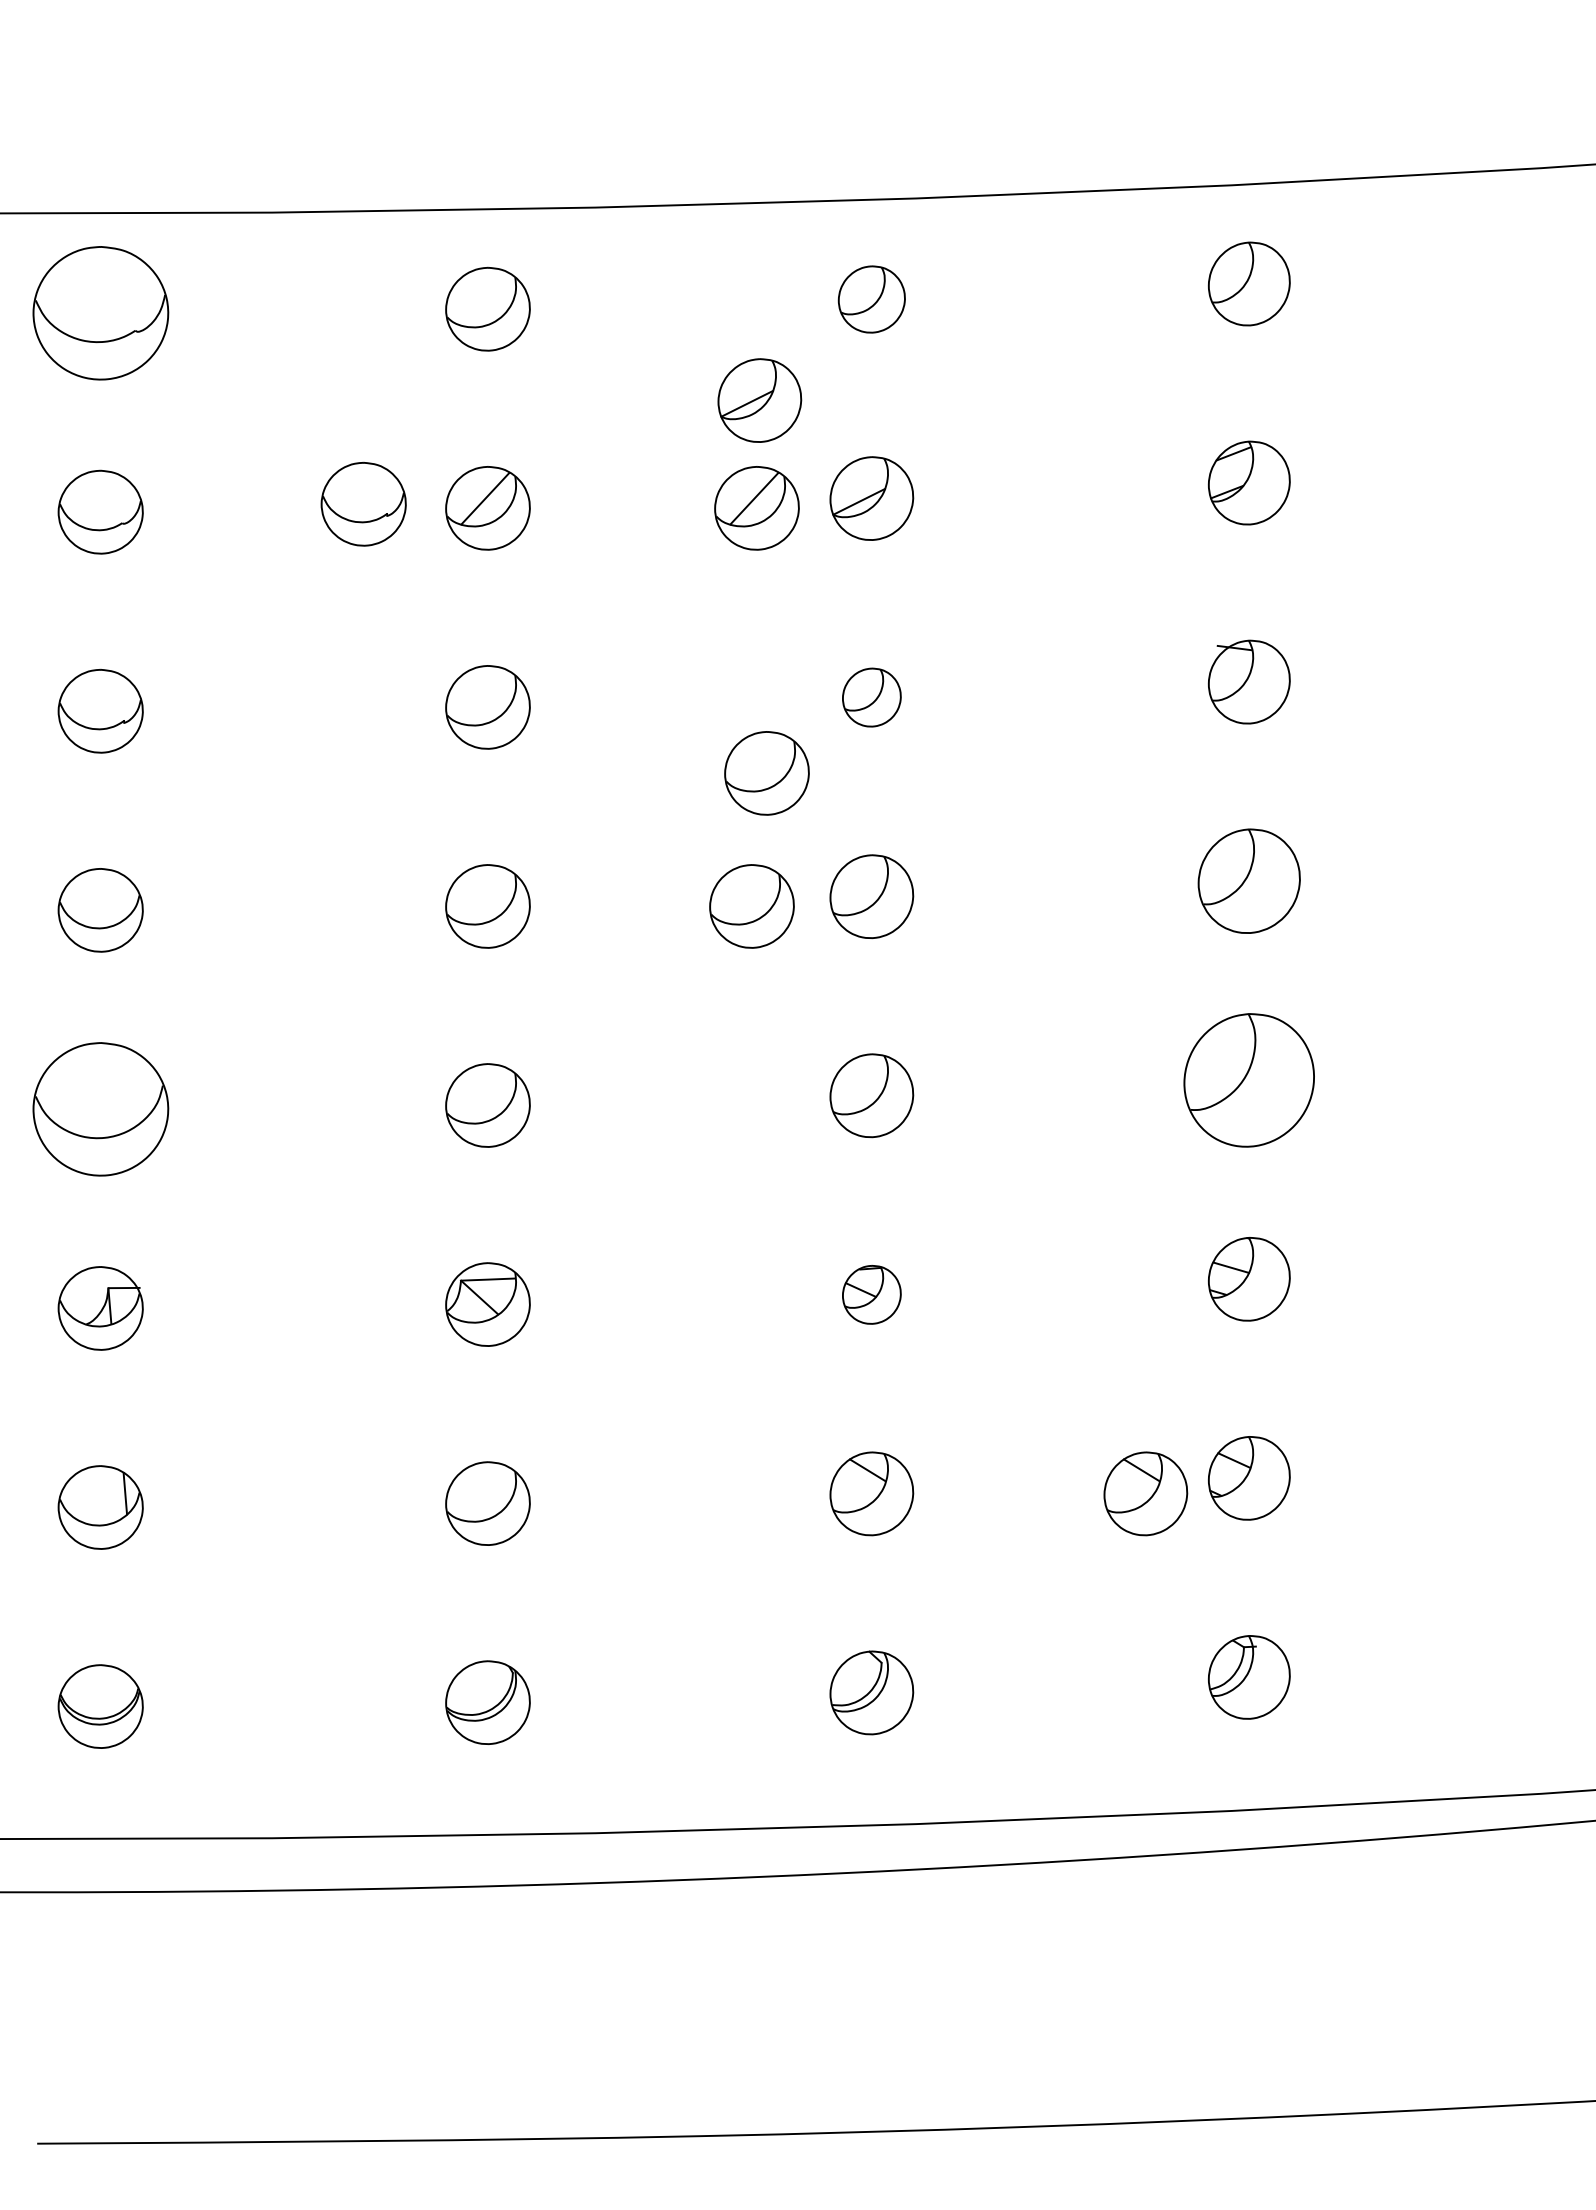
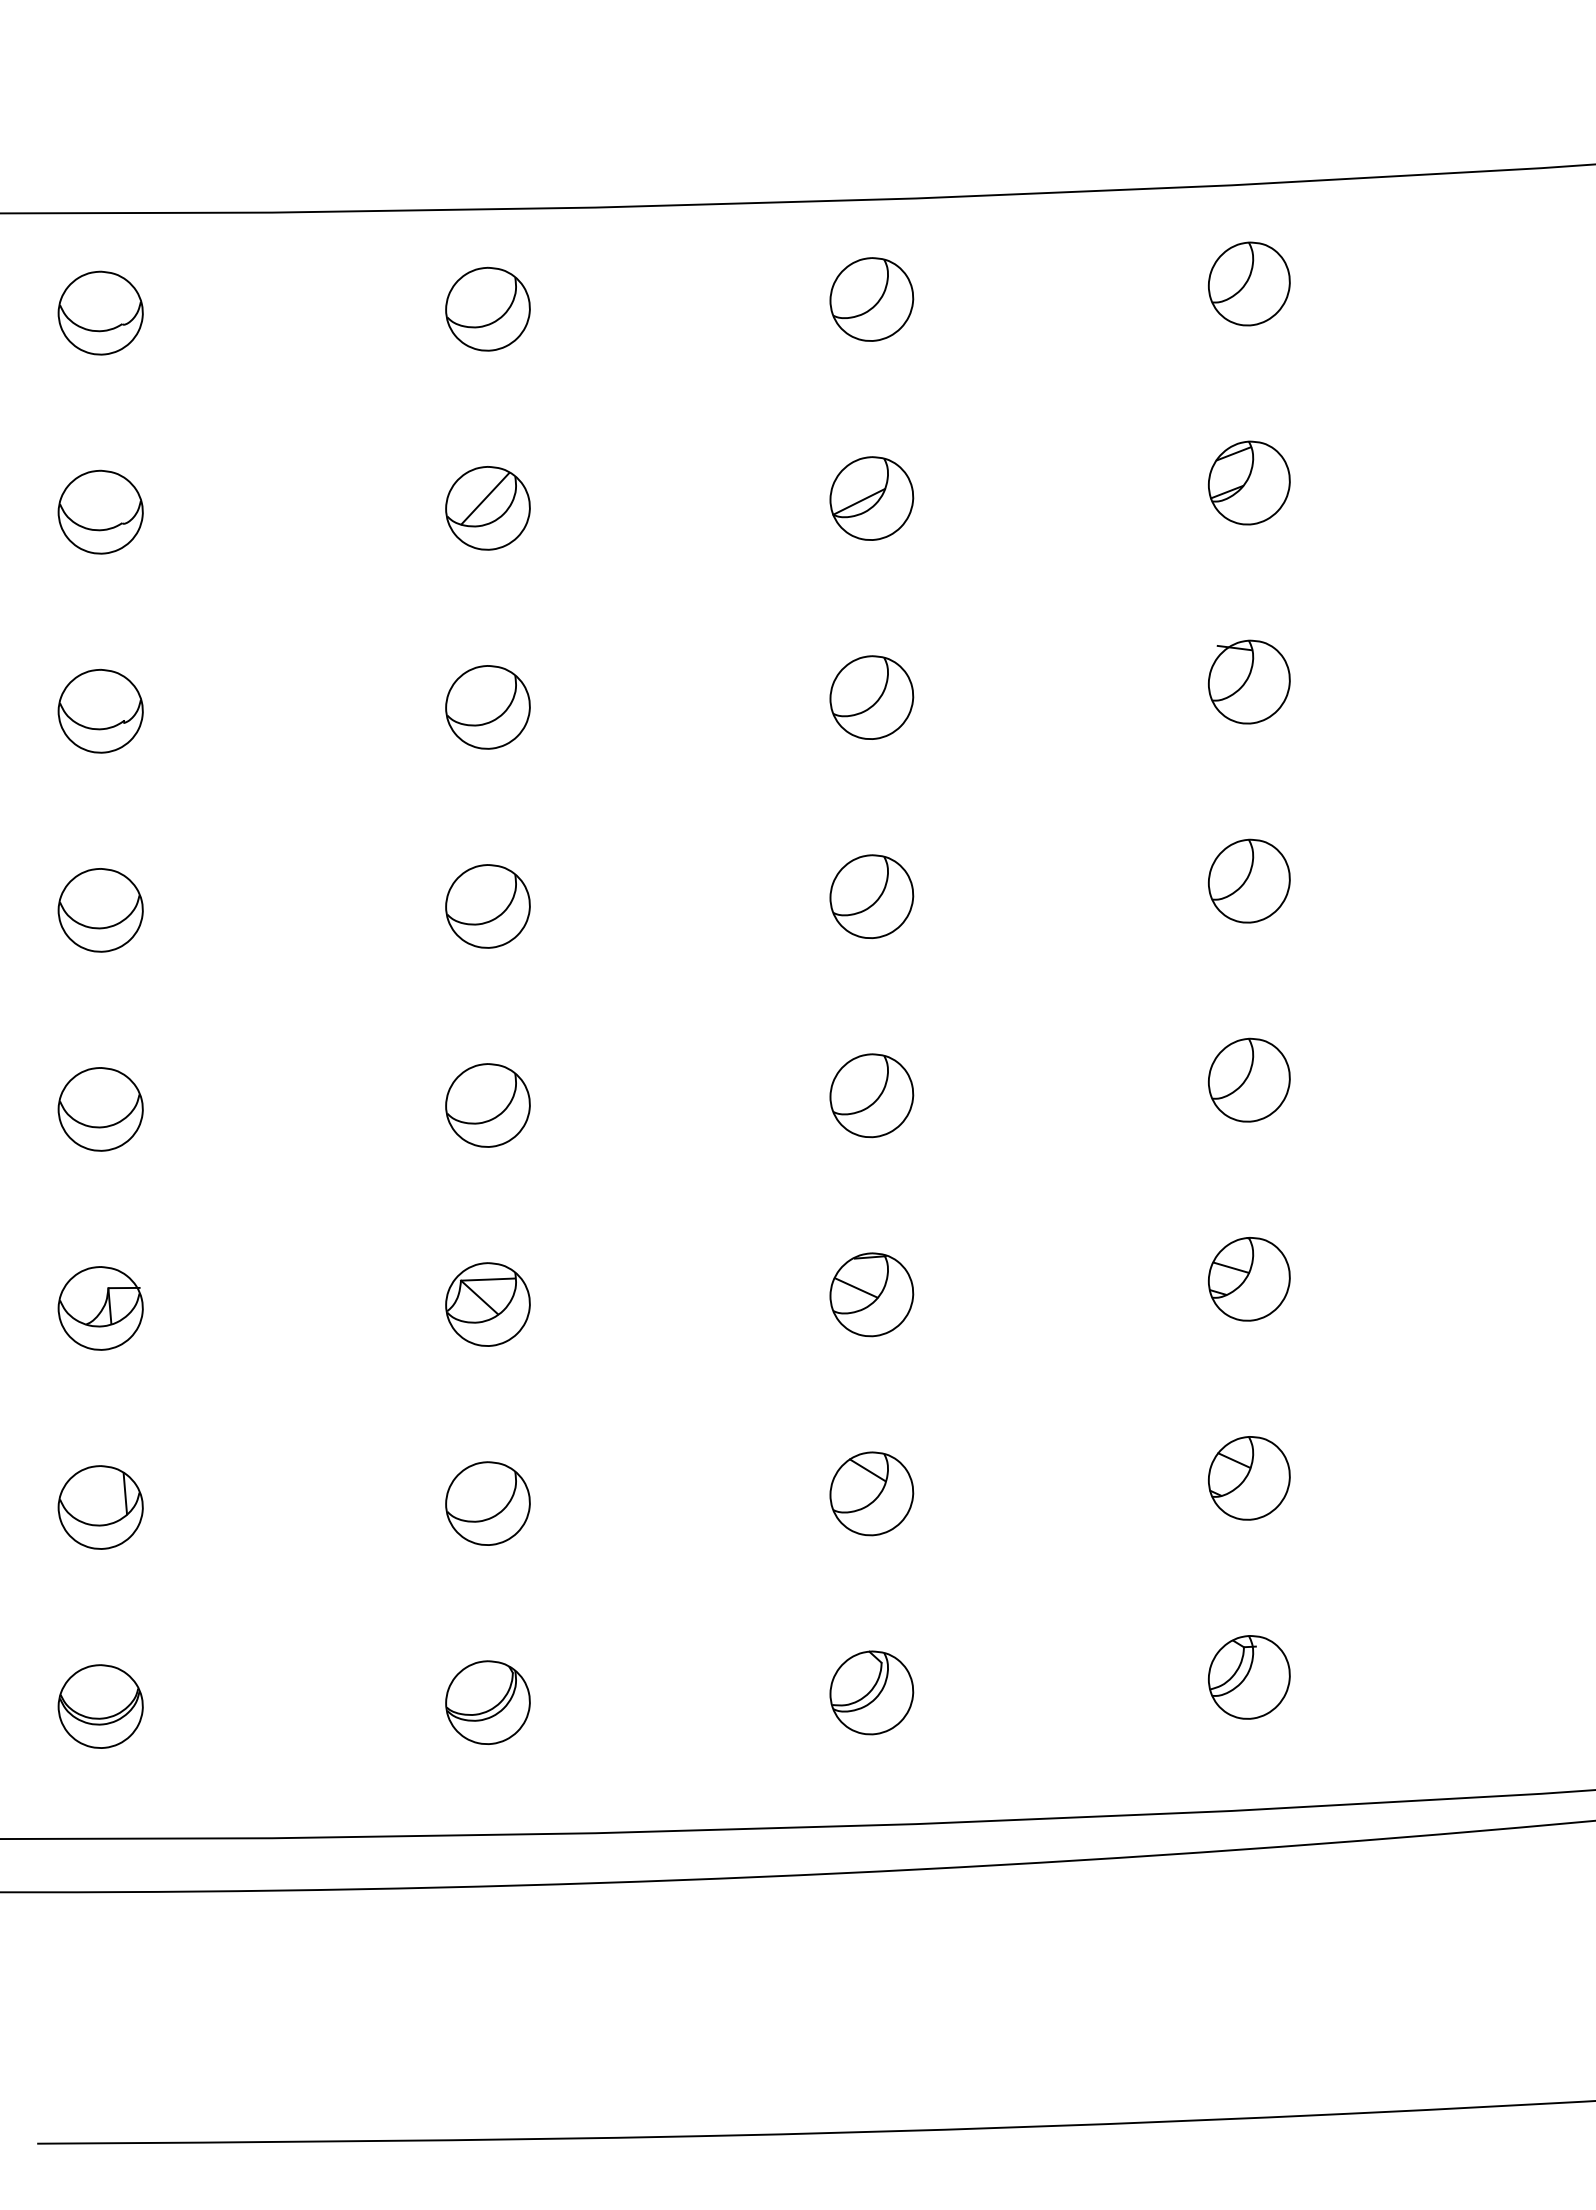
part at (871, 299) size: 69x69 px -> 86x85 px
part at (100, 313) size: 138x135 px -> 87x86 px
part at (759, 400): present -> none
part at (363, 503): present -> none
part at (756, 508): present -> none
part at (871, 697) size: 60x61 px -> 86x85 px
part at (766, 773): present -> none
part at (1248, 880) size: 104x106 px -> 83x86 px
part at (751, 906): present -> none
part at (1248, 1080) size: 132x135 px -> 83x86 px
part at (100, 1109) size: 138x135 px -> 87x85 px
part at (871, 1294) size: 60x60 px -> 86x86 px
part at (1145, 1493): present -> none
